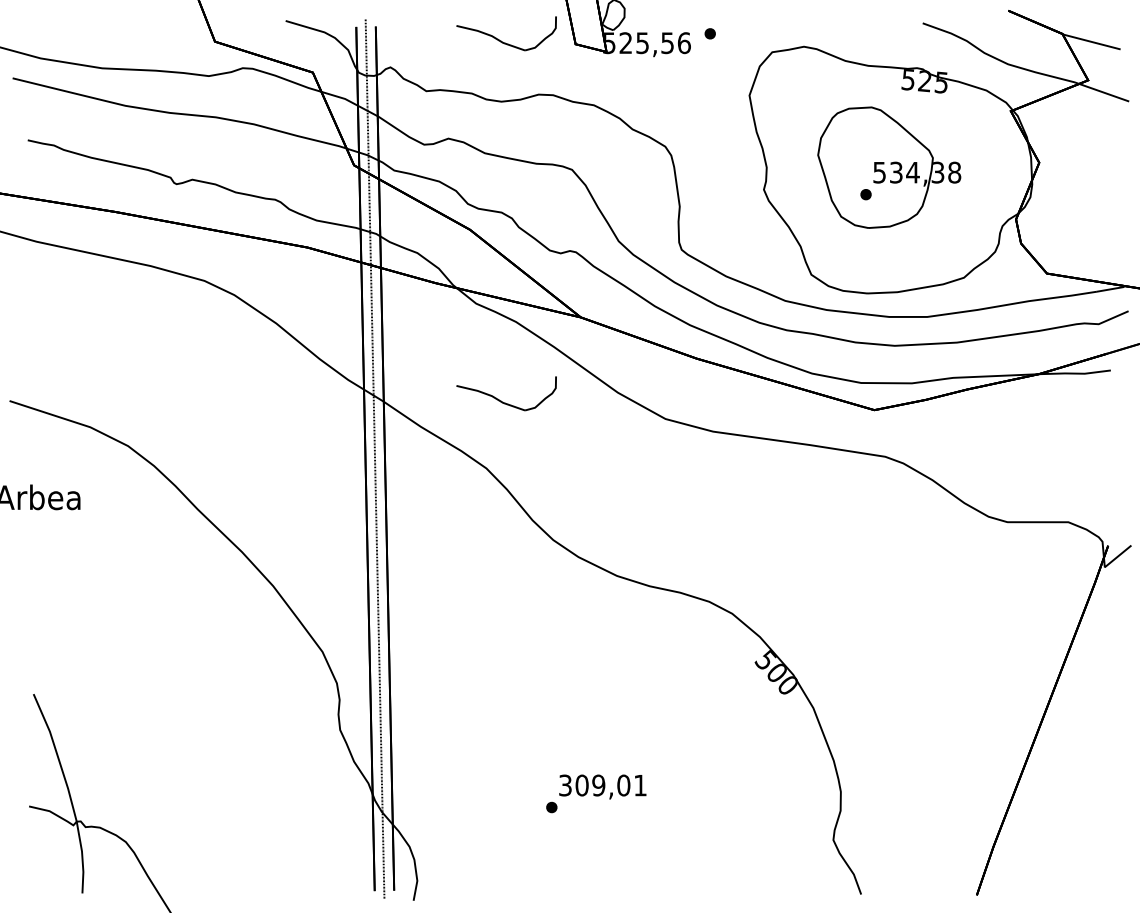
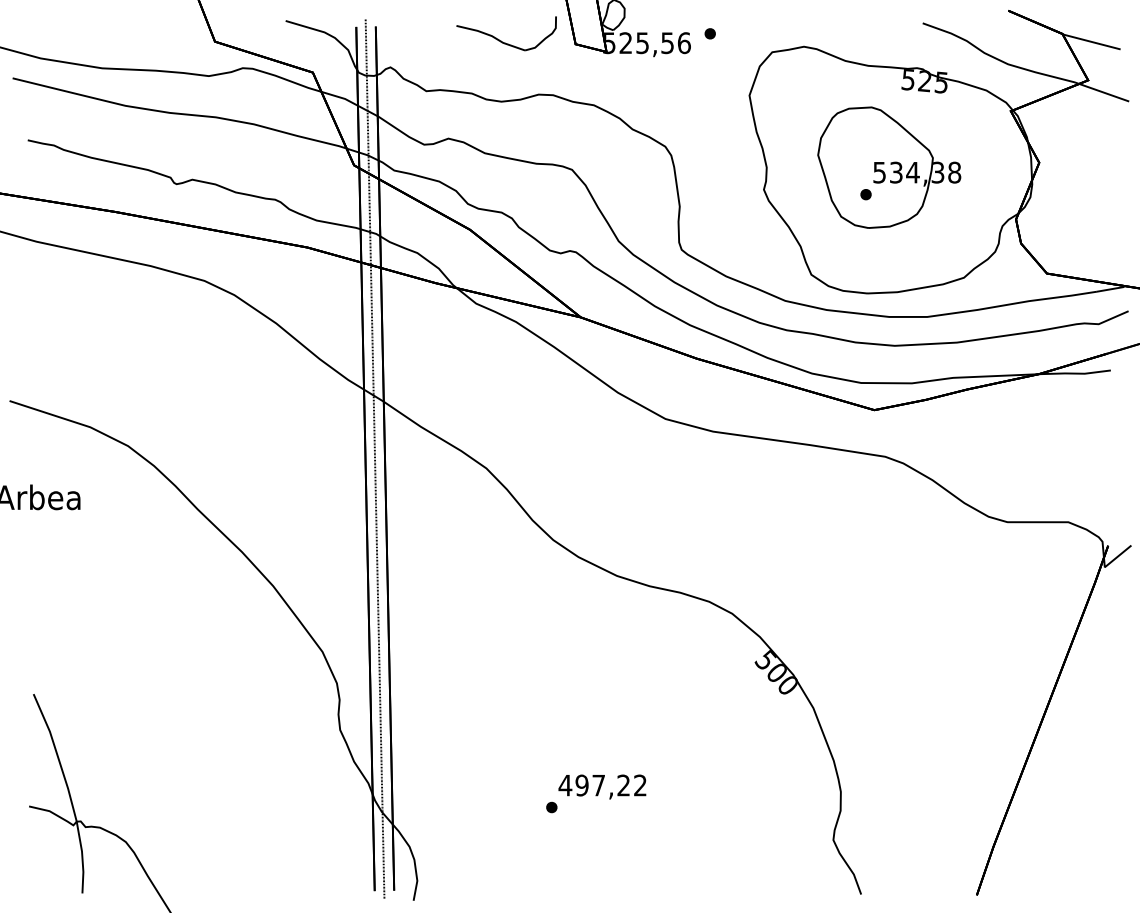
part at (501, 400): present -> none
text at (602, 785): 309,01 -> 497,22
